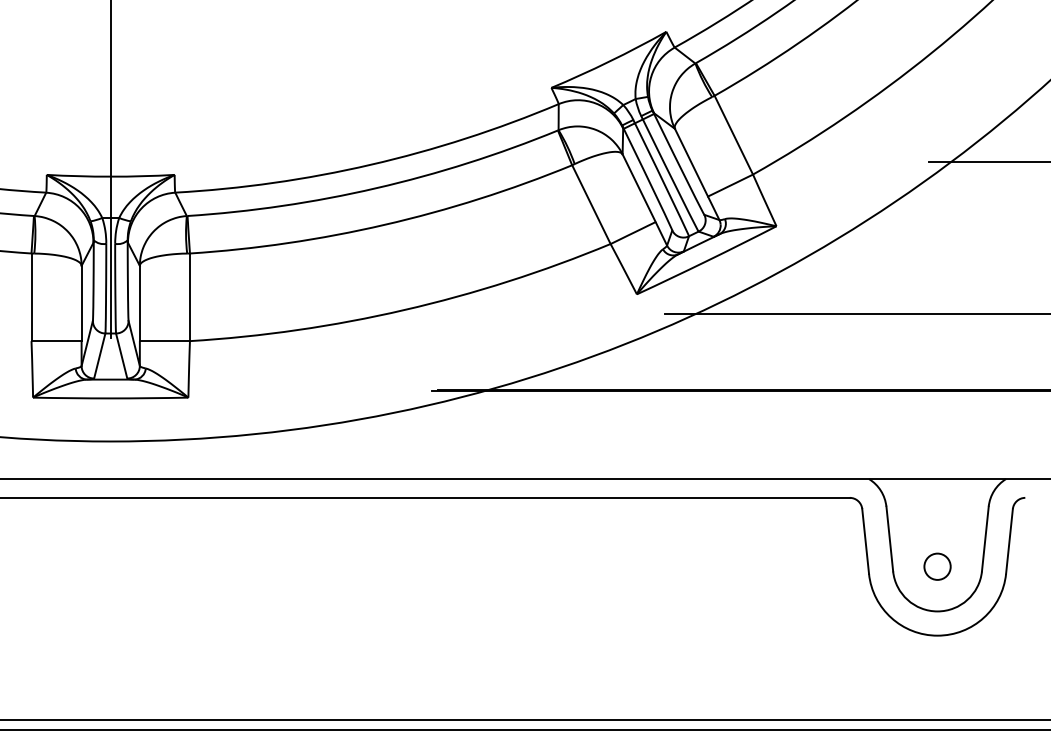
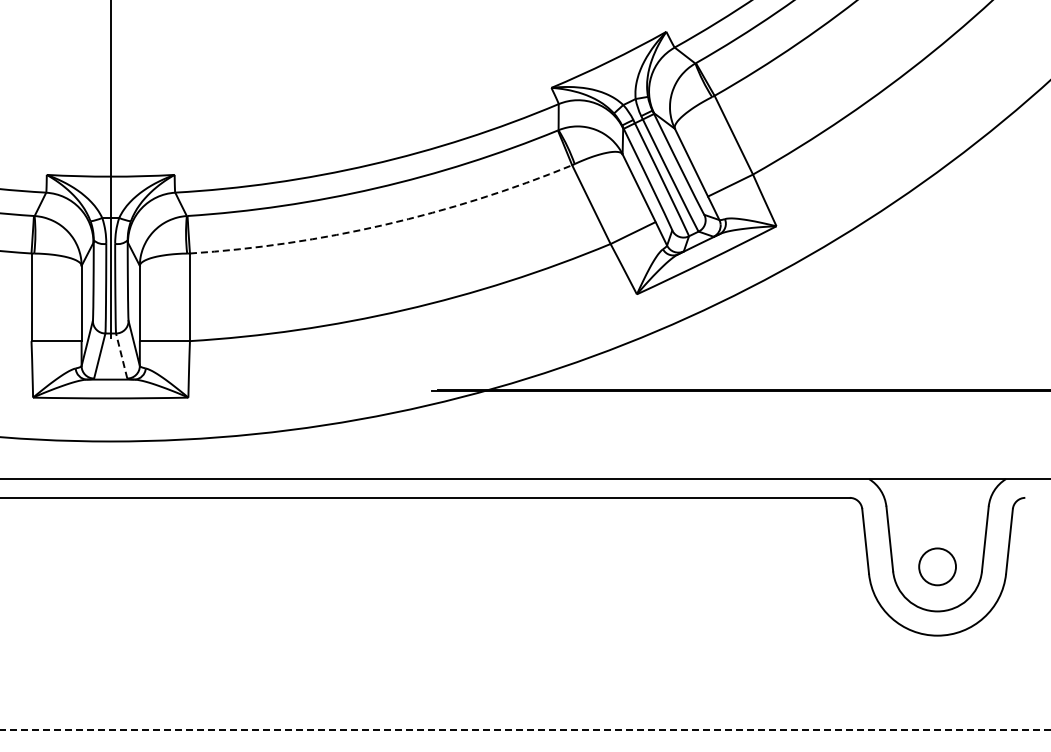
line at (988, 162): present -> none
arc at (384, 224): solid -> dashed
line at (856, 313): present -> none
line at (121, 355): solid -> dashed
circle at (937, 566) size: 29x29 px -> 39x40 px
line at (524, 720): present -> none
line at (525, 729): solid -> dashed
